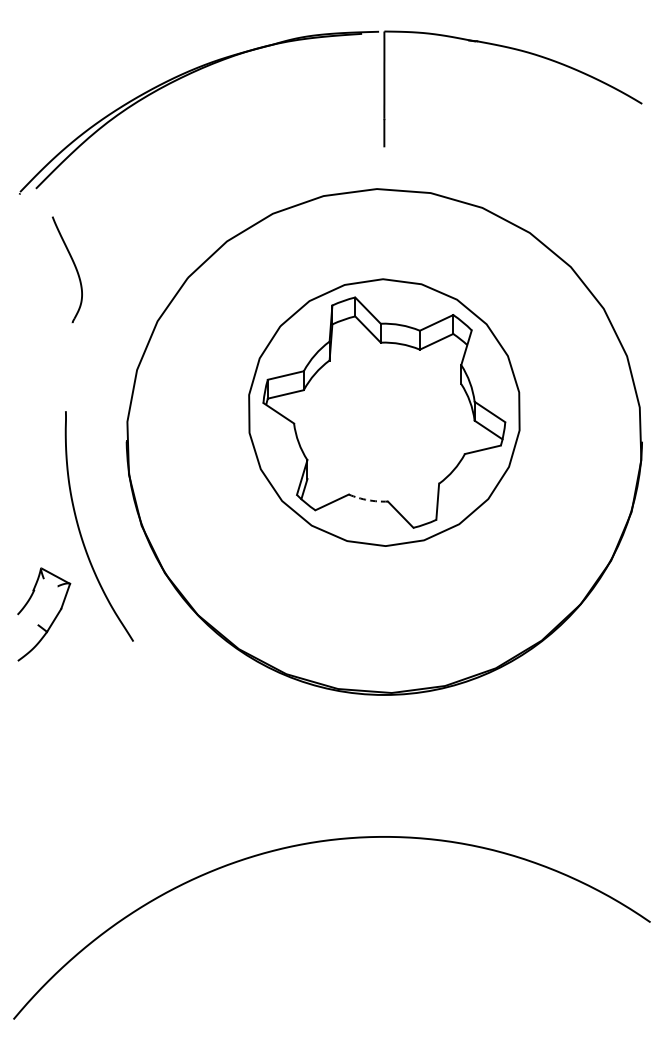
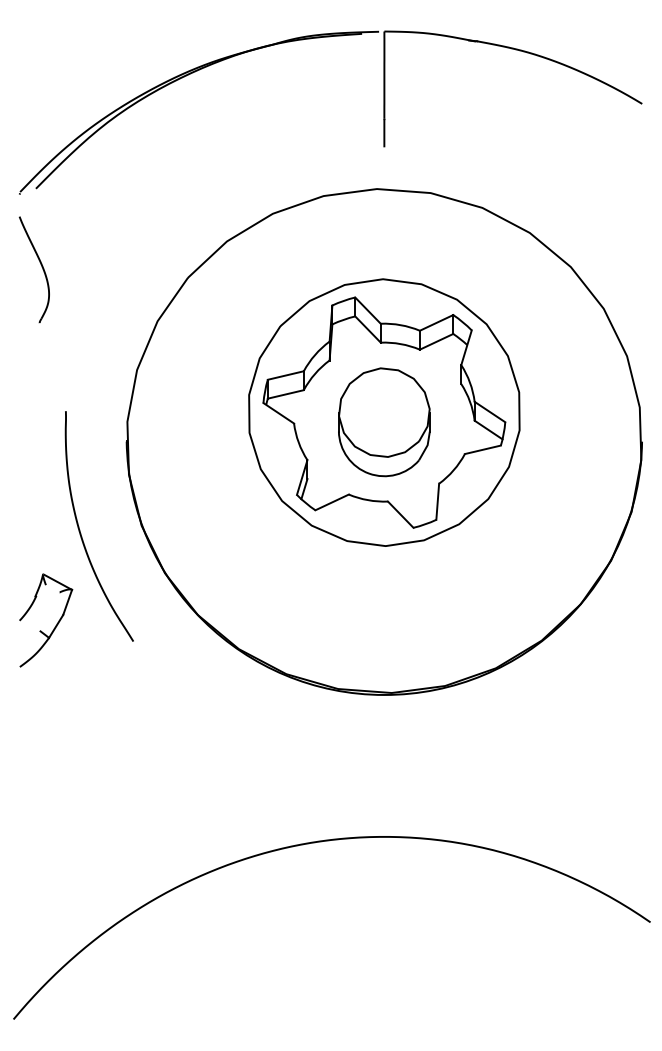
part at (74, 267) position: (74, 267) -> (41, 267)
part at (384, 422): none -> present
arc at (368, 500): dashed -> solid
part at (53, 619) position: (53, 619) -> (55, 625)
